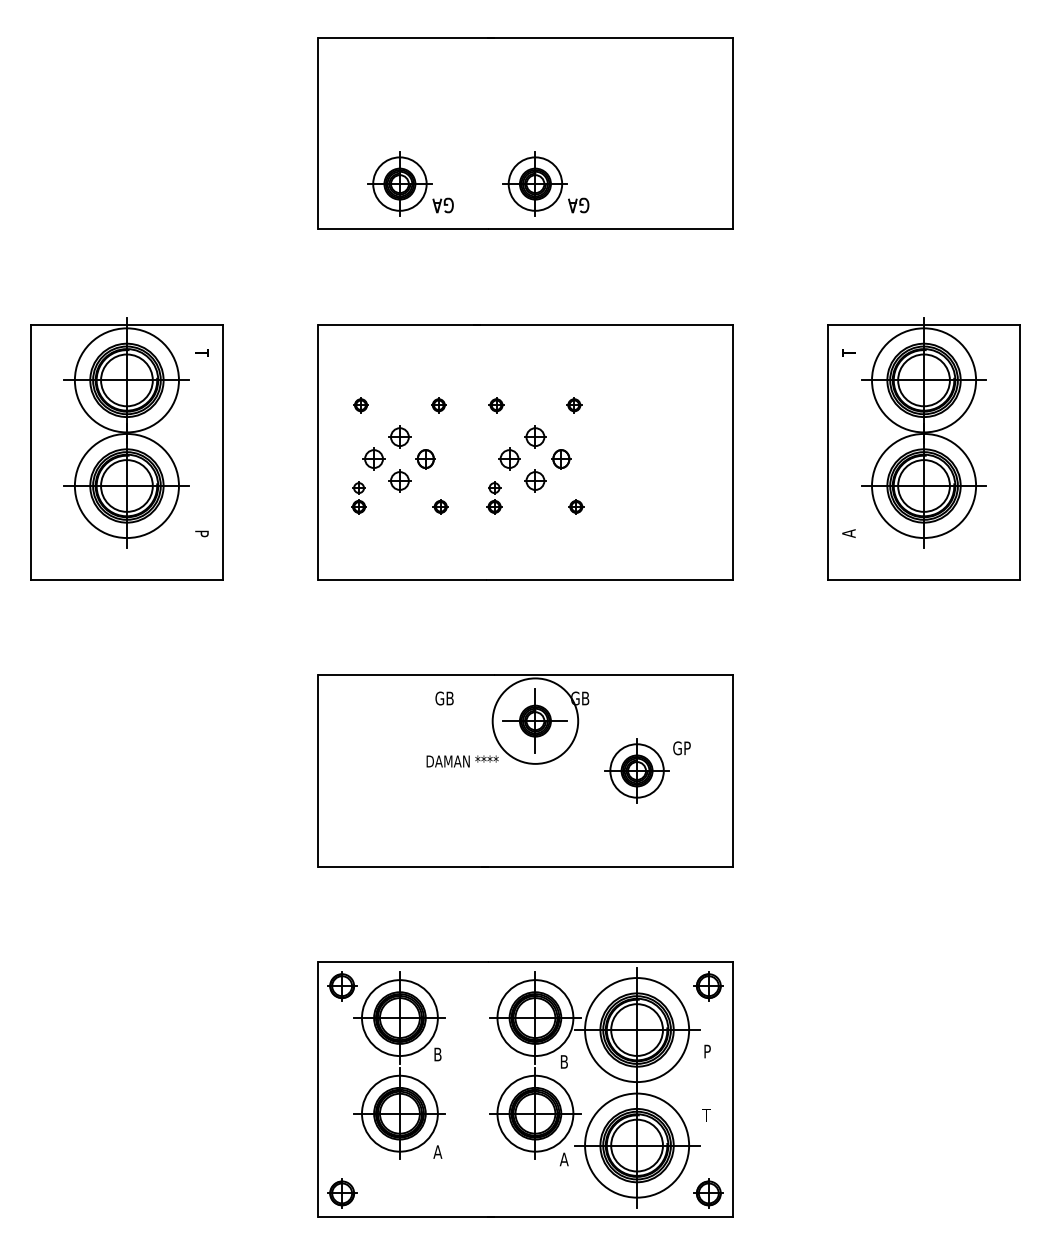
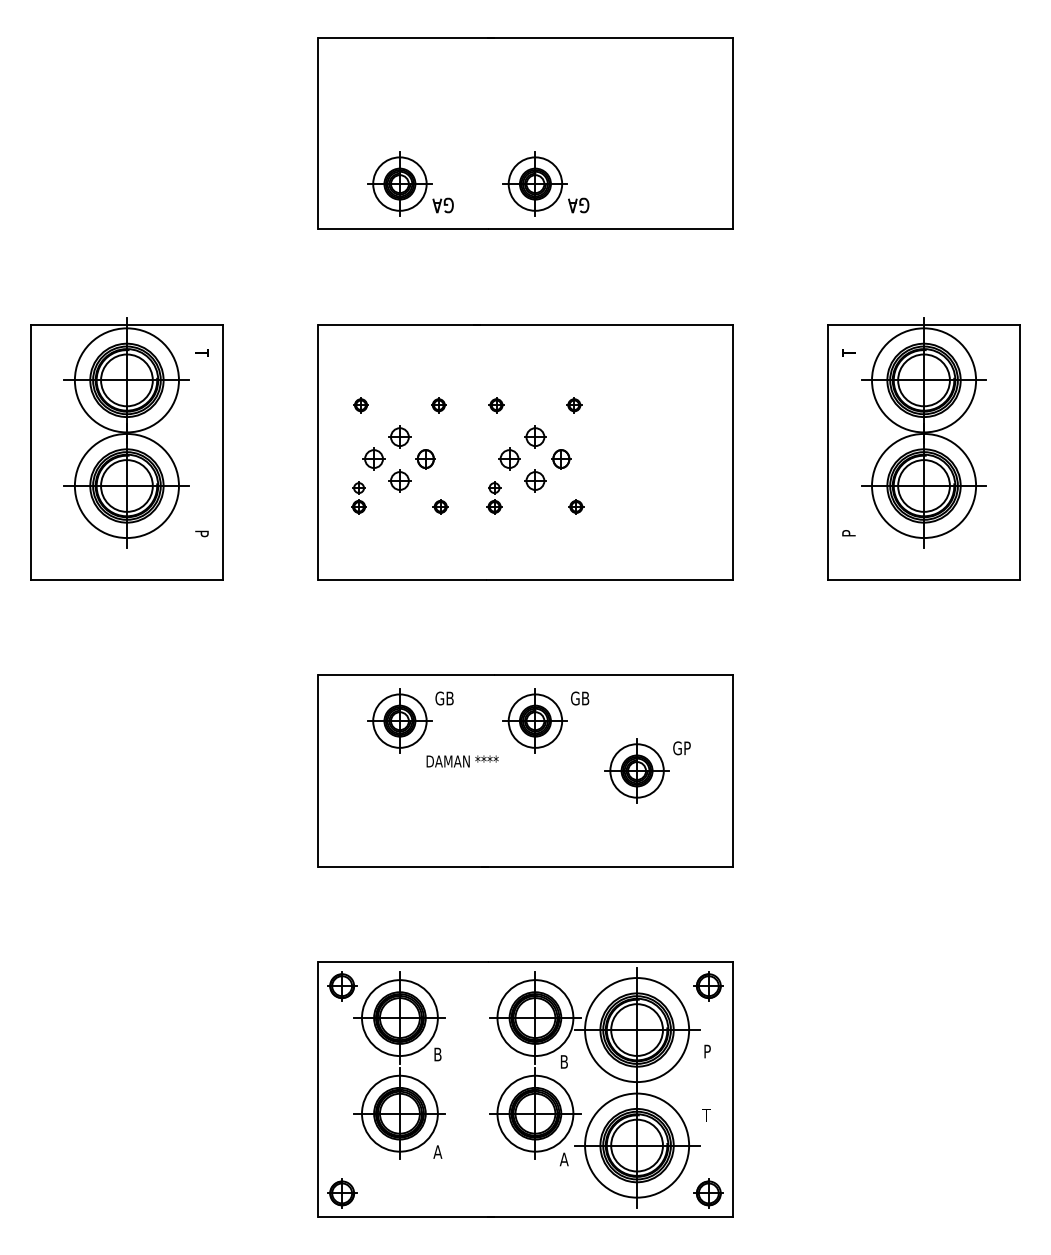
text at (848, 533): A -> P
part at (399, 720): none -> present
circle at (535, 720) diameter: 85 px -> 53 px
